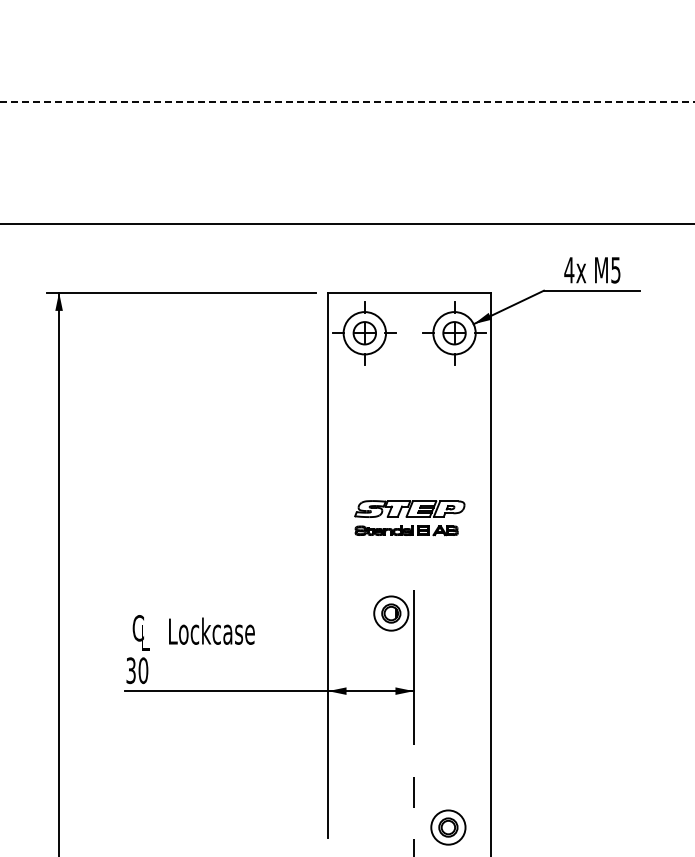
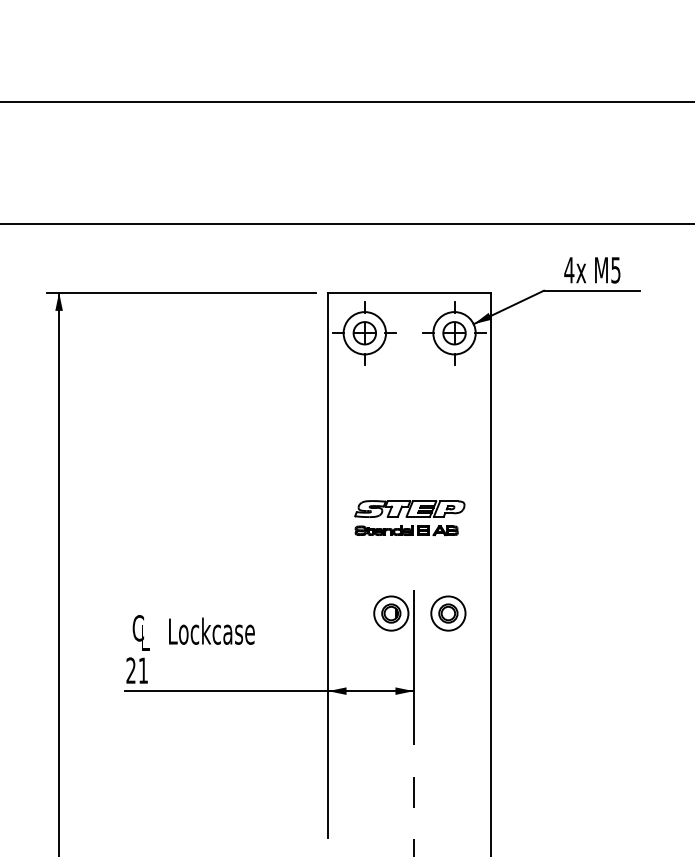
line at (347, 101): dashed -> solid
text at (137, 670): 30 -> 21
part at (448, 827) position: (448, 827) -> (448, 613)
